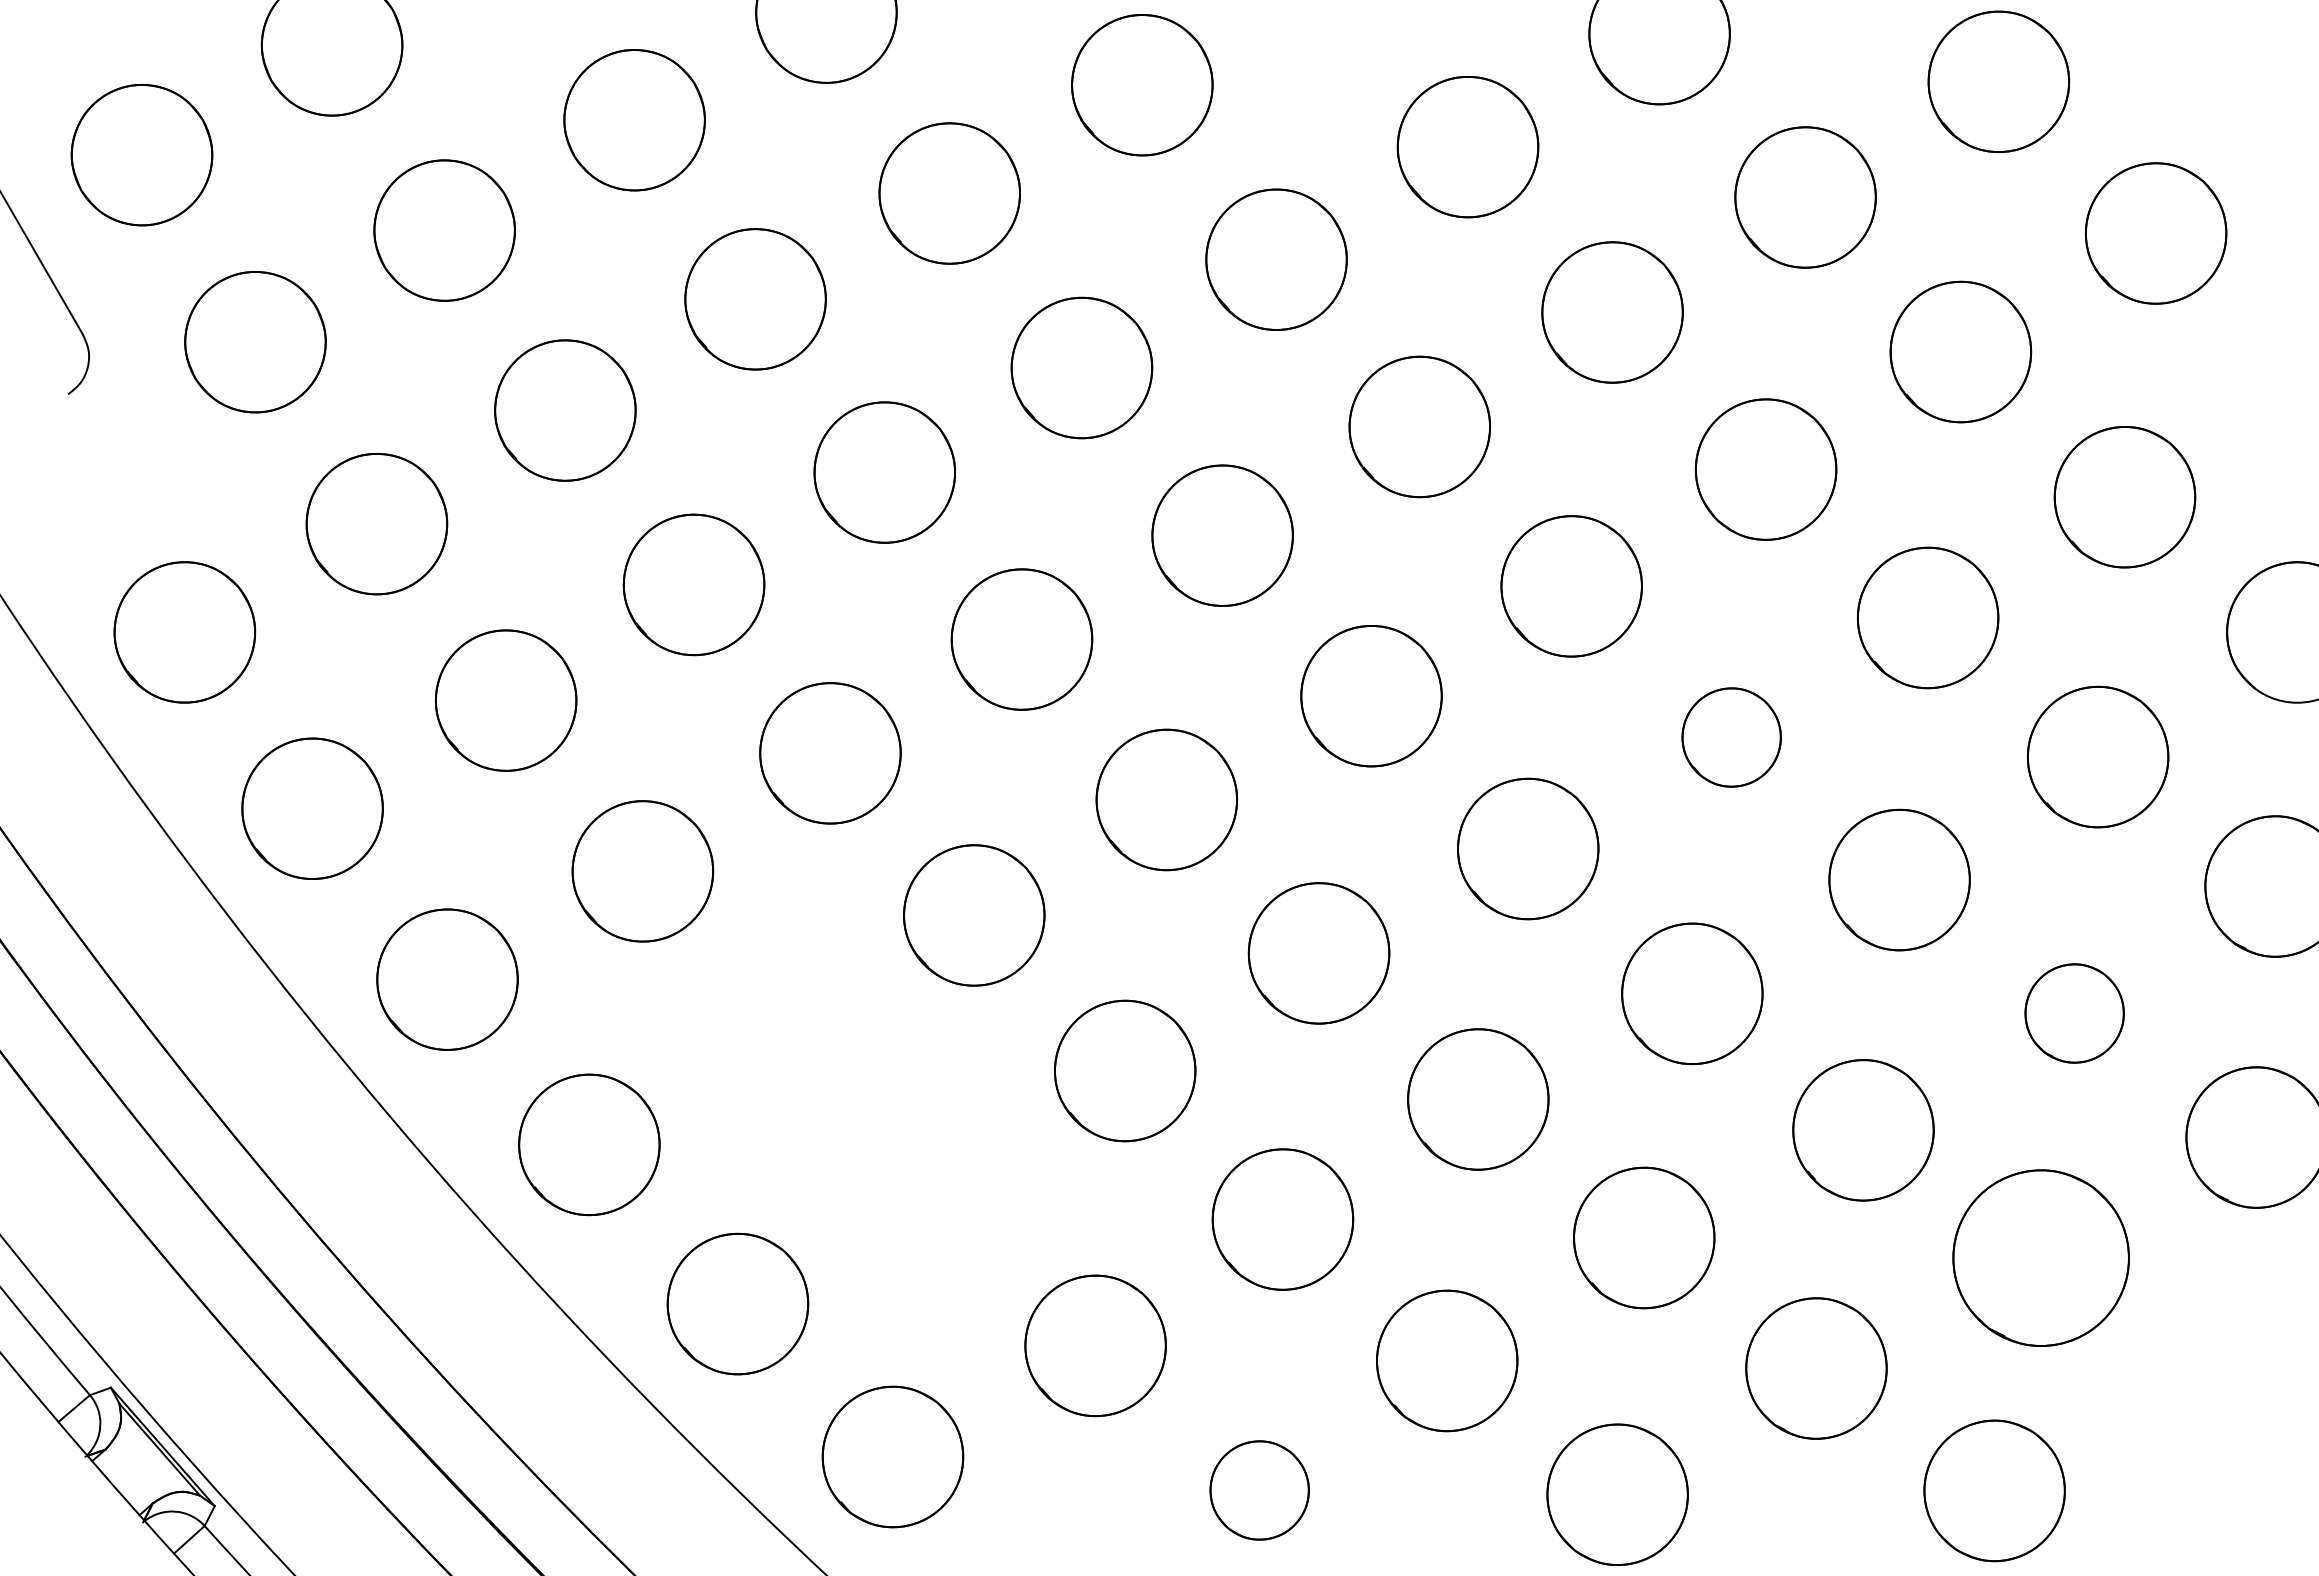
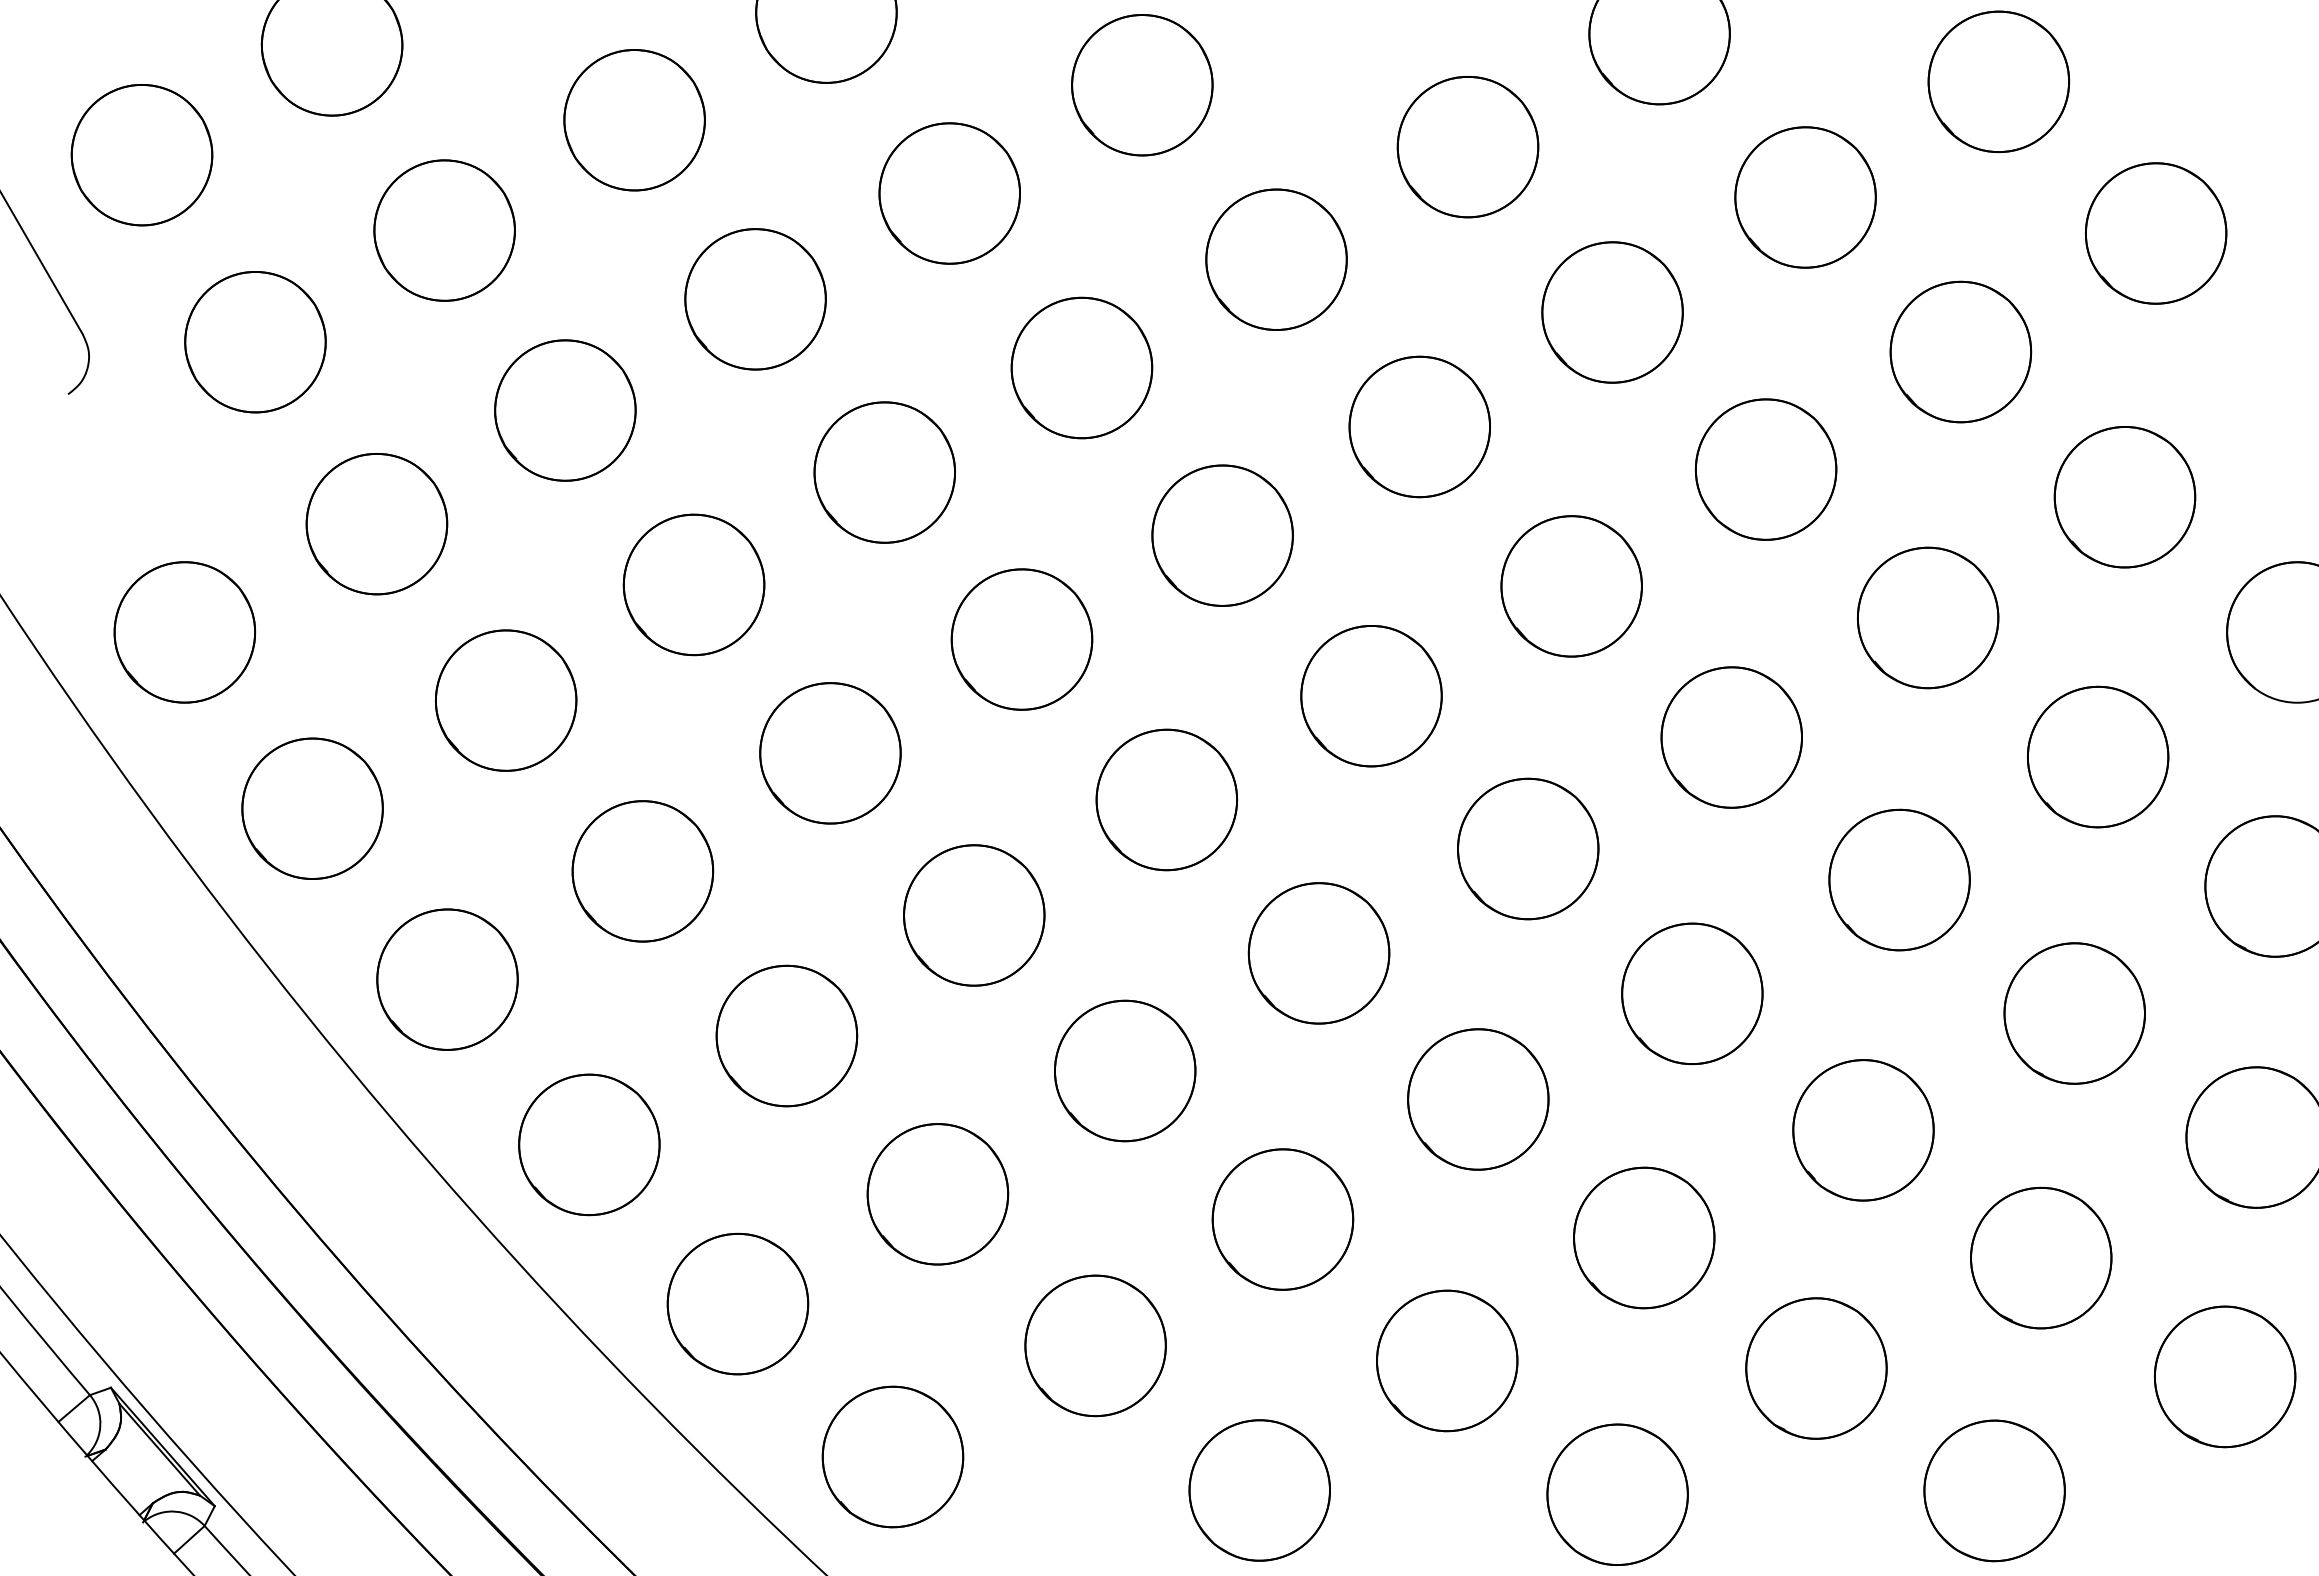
part at (1731, 737) size: 101x101 px -> 143x143 px
circle at (2074, 1013) size: 101x101 px -> 143x143 px
part at (786, 1035): none -> present
part at (937, 1194): none -> present
part at (2040, 1257) size: 178x178 px -> 143x144 px
part at (2224, 1376): none -> present
circle at (1259, 1490) size: 101x101 px -> 143x143 px
